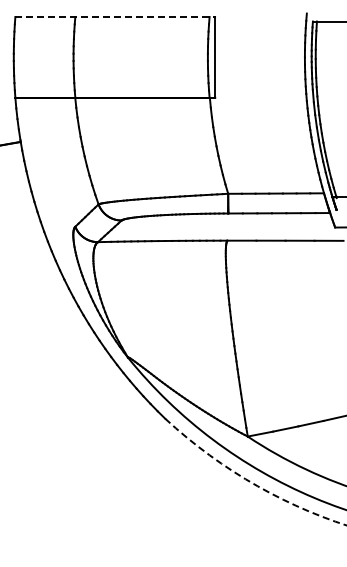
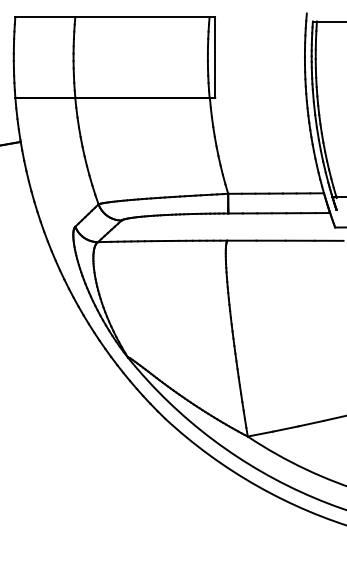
line at (115, 17): dashed -> solid
arc at (251, 482): dashed -> solid
